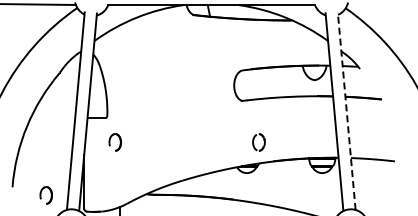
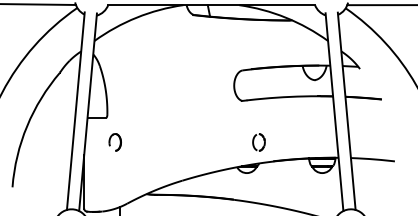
line at (380, 5): none -> present
line at (346, 110): dashed -> solid
part at (45, 195): present -> none
